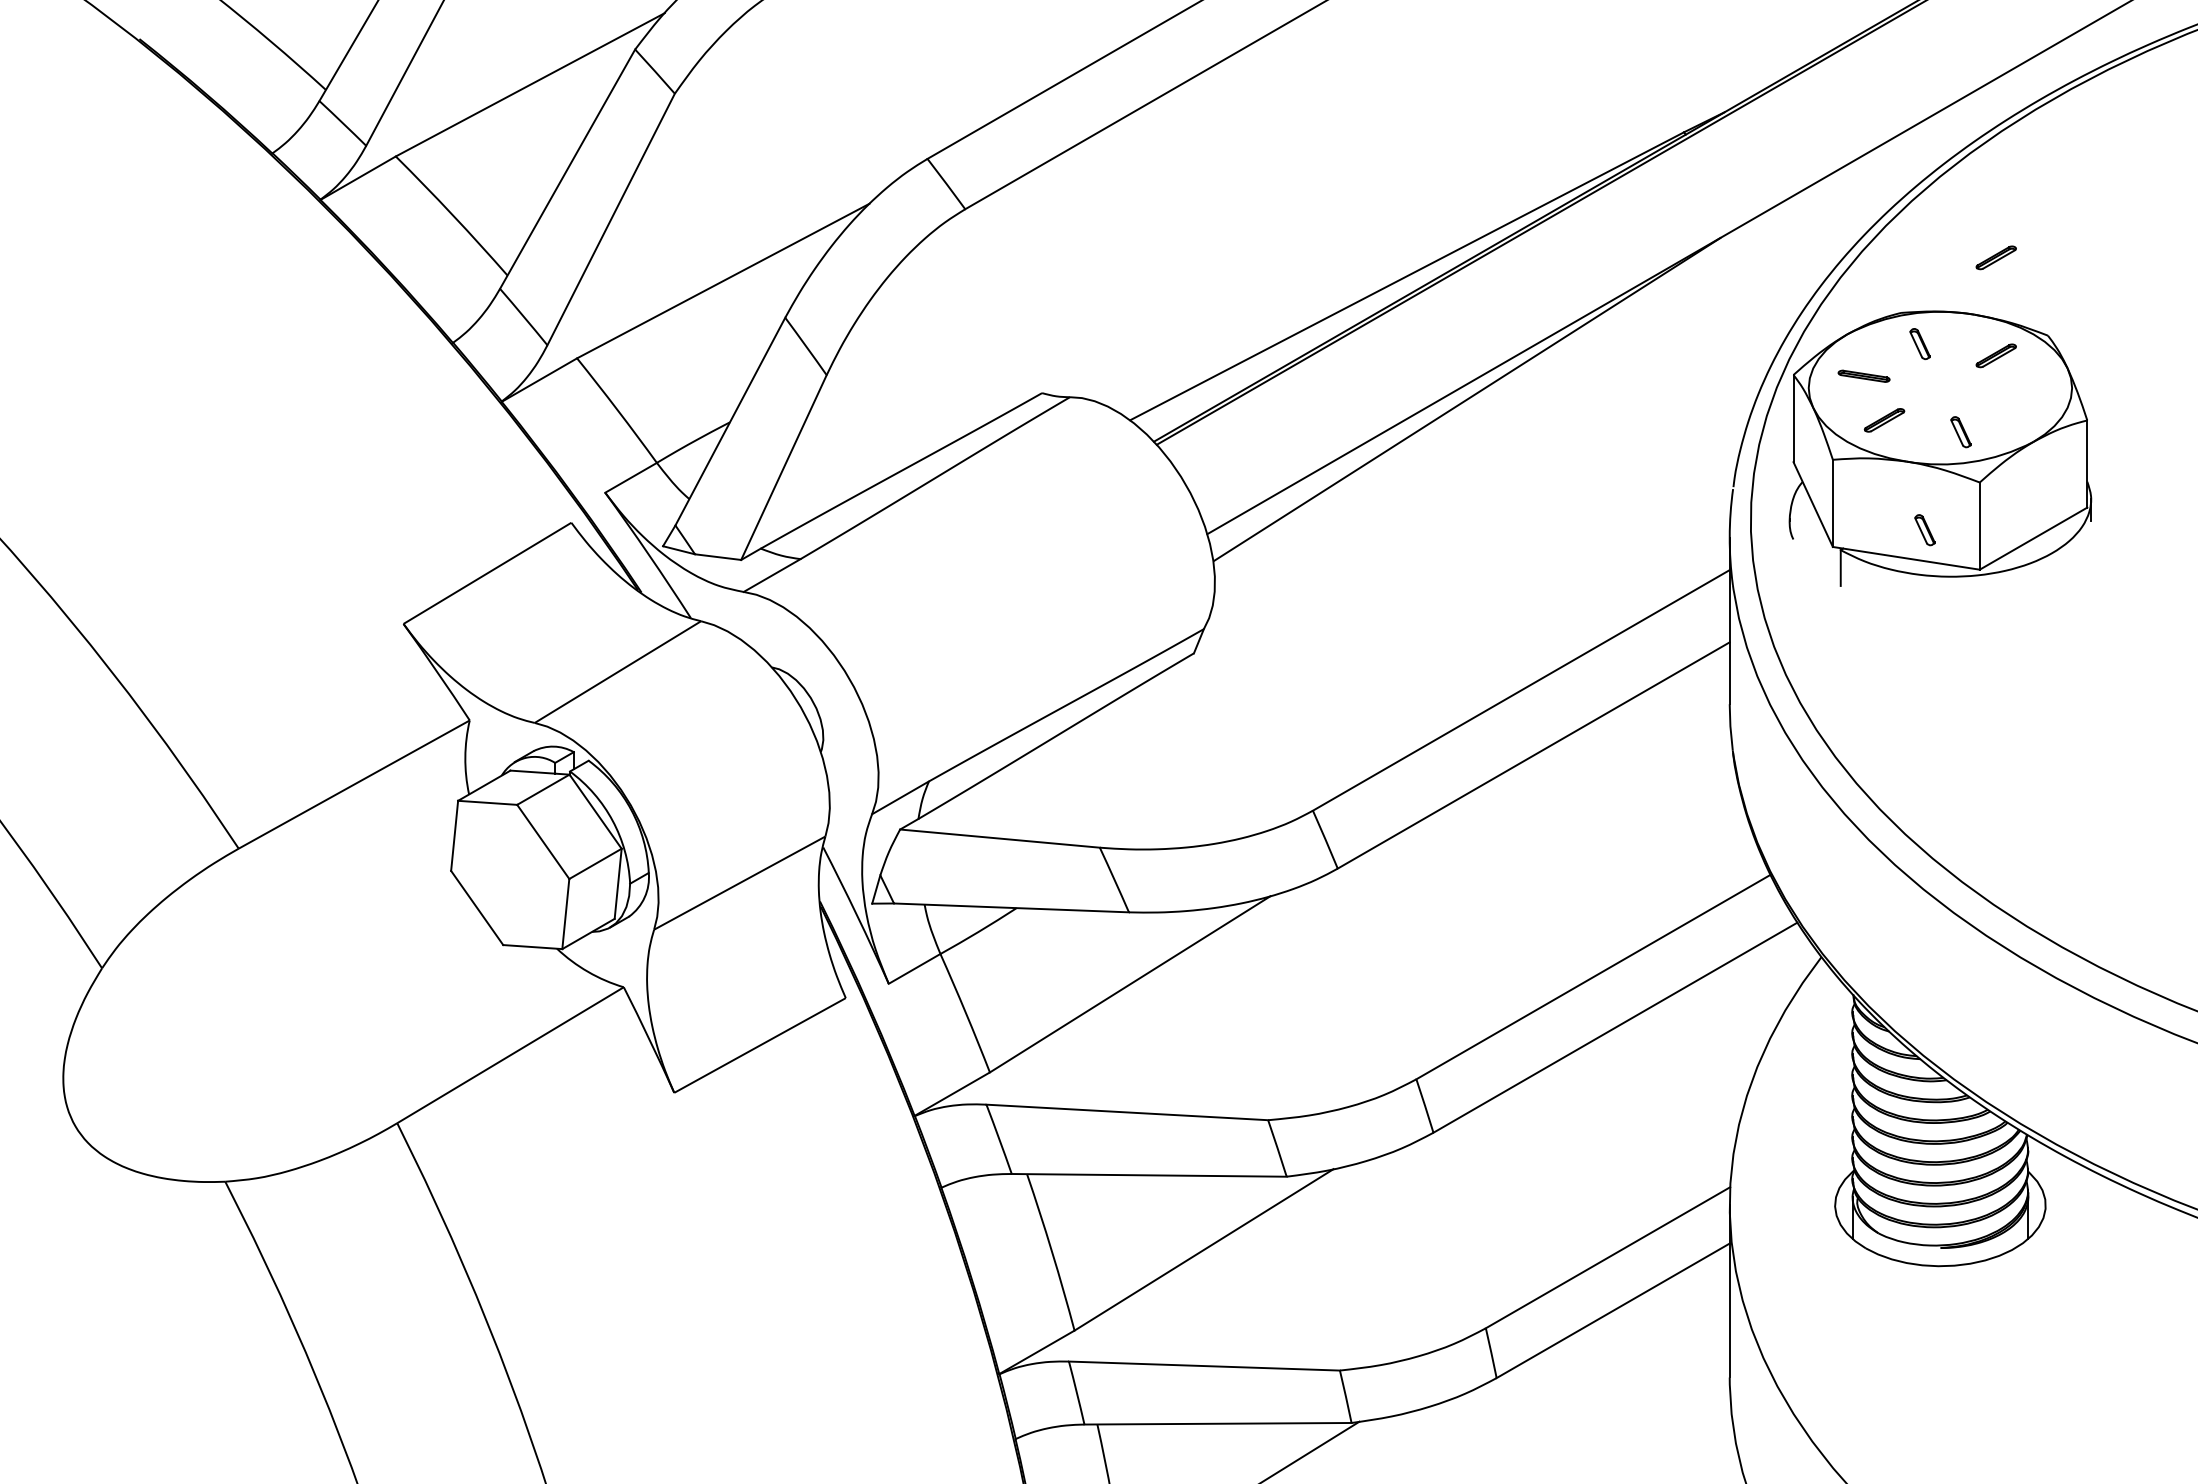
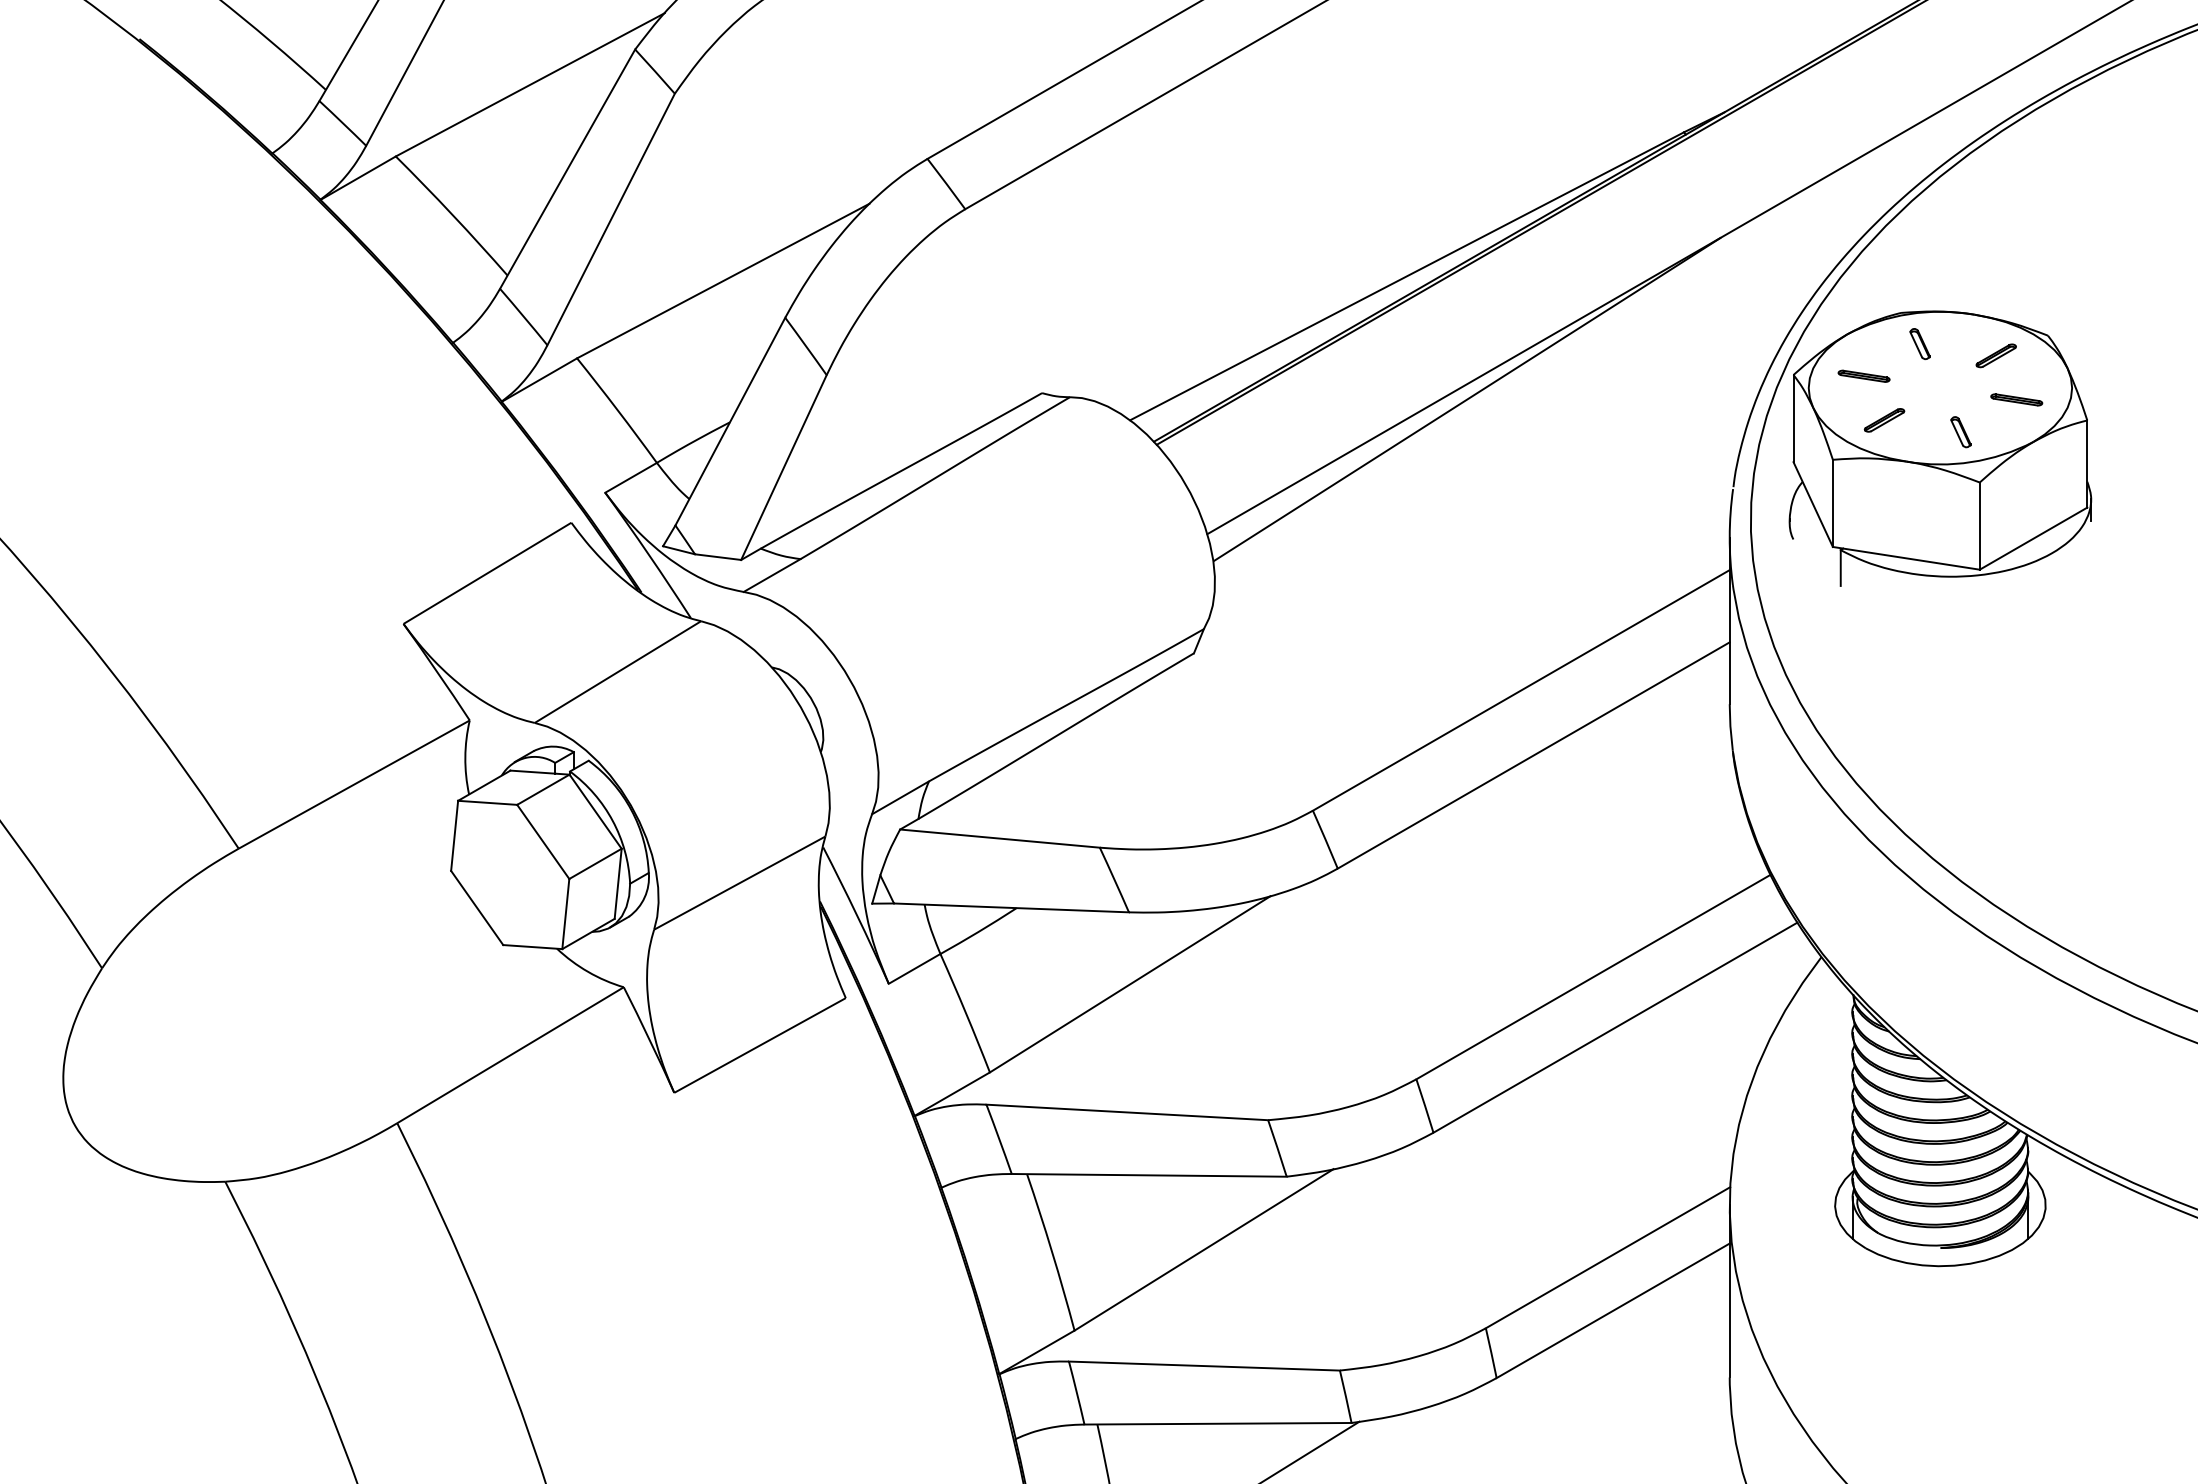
part at (1995, 257): present -> none
part at (2016, 399): none -> present
part at (1924, 530): present -> none
